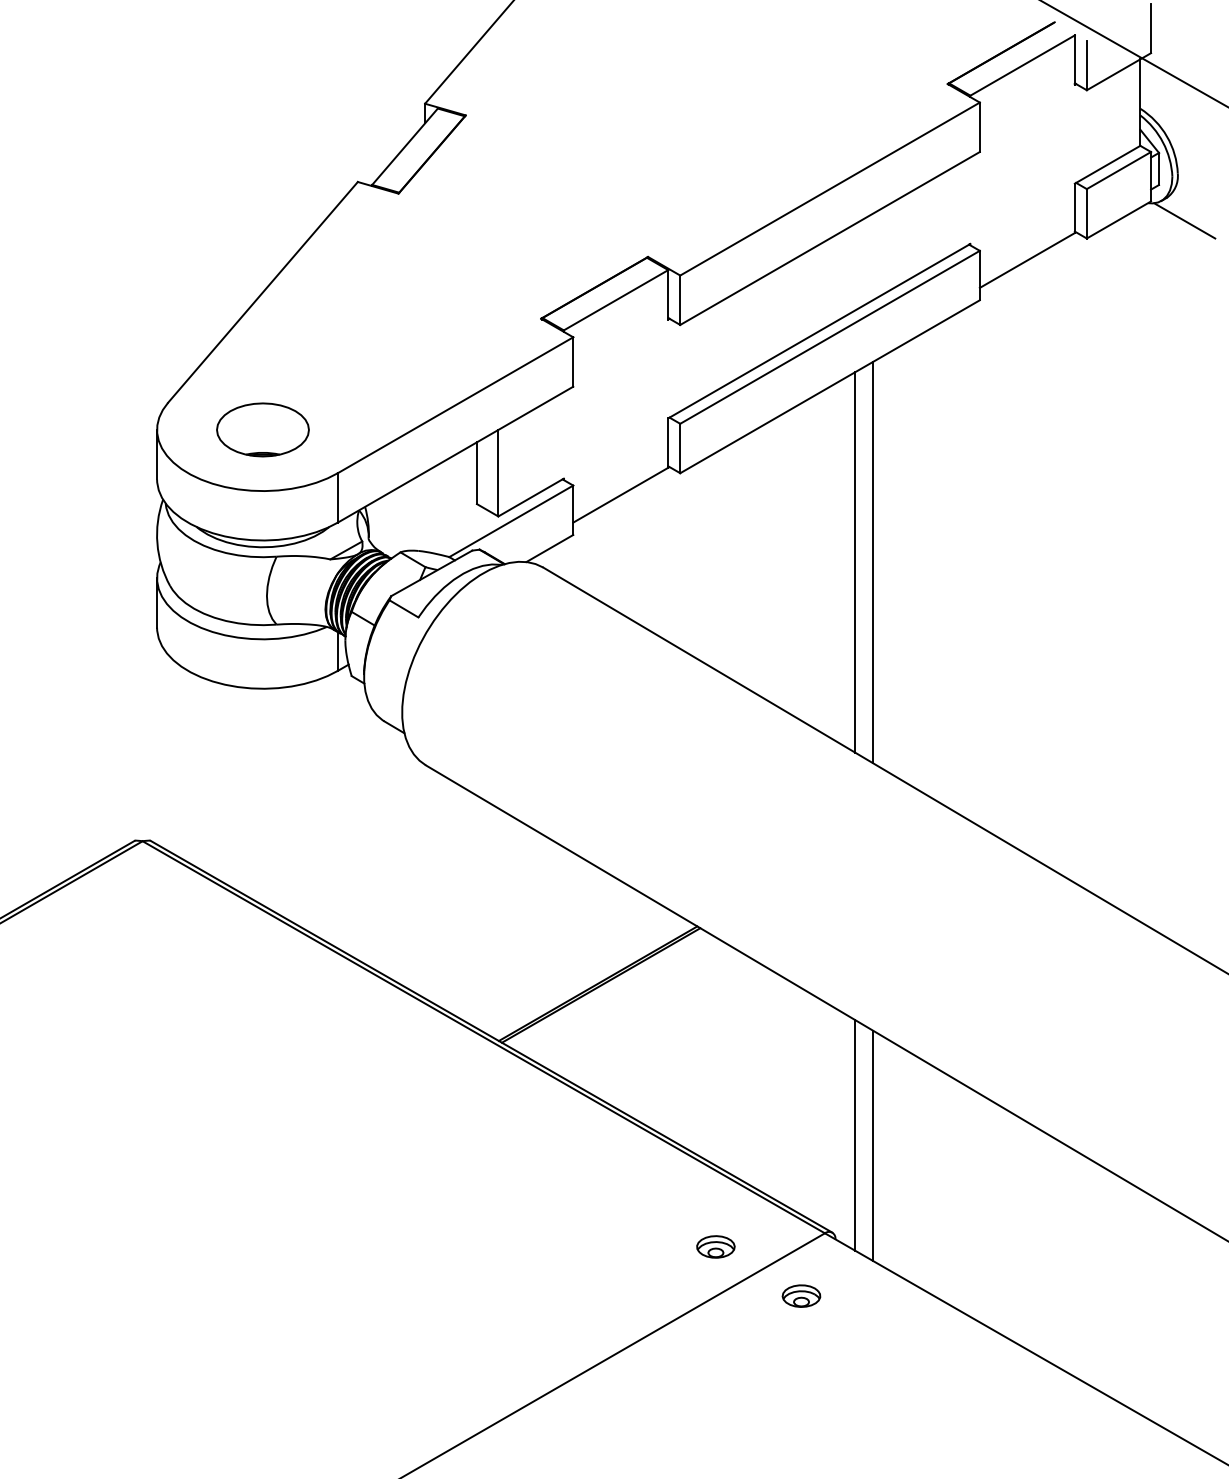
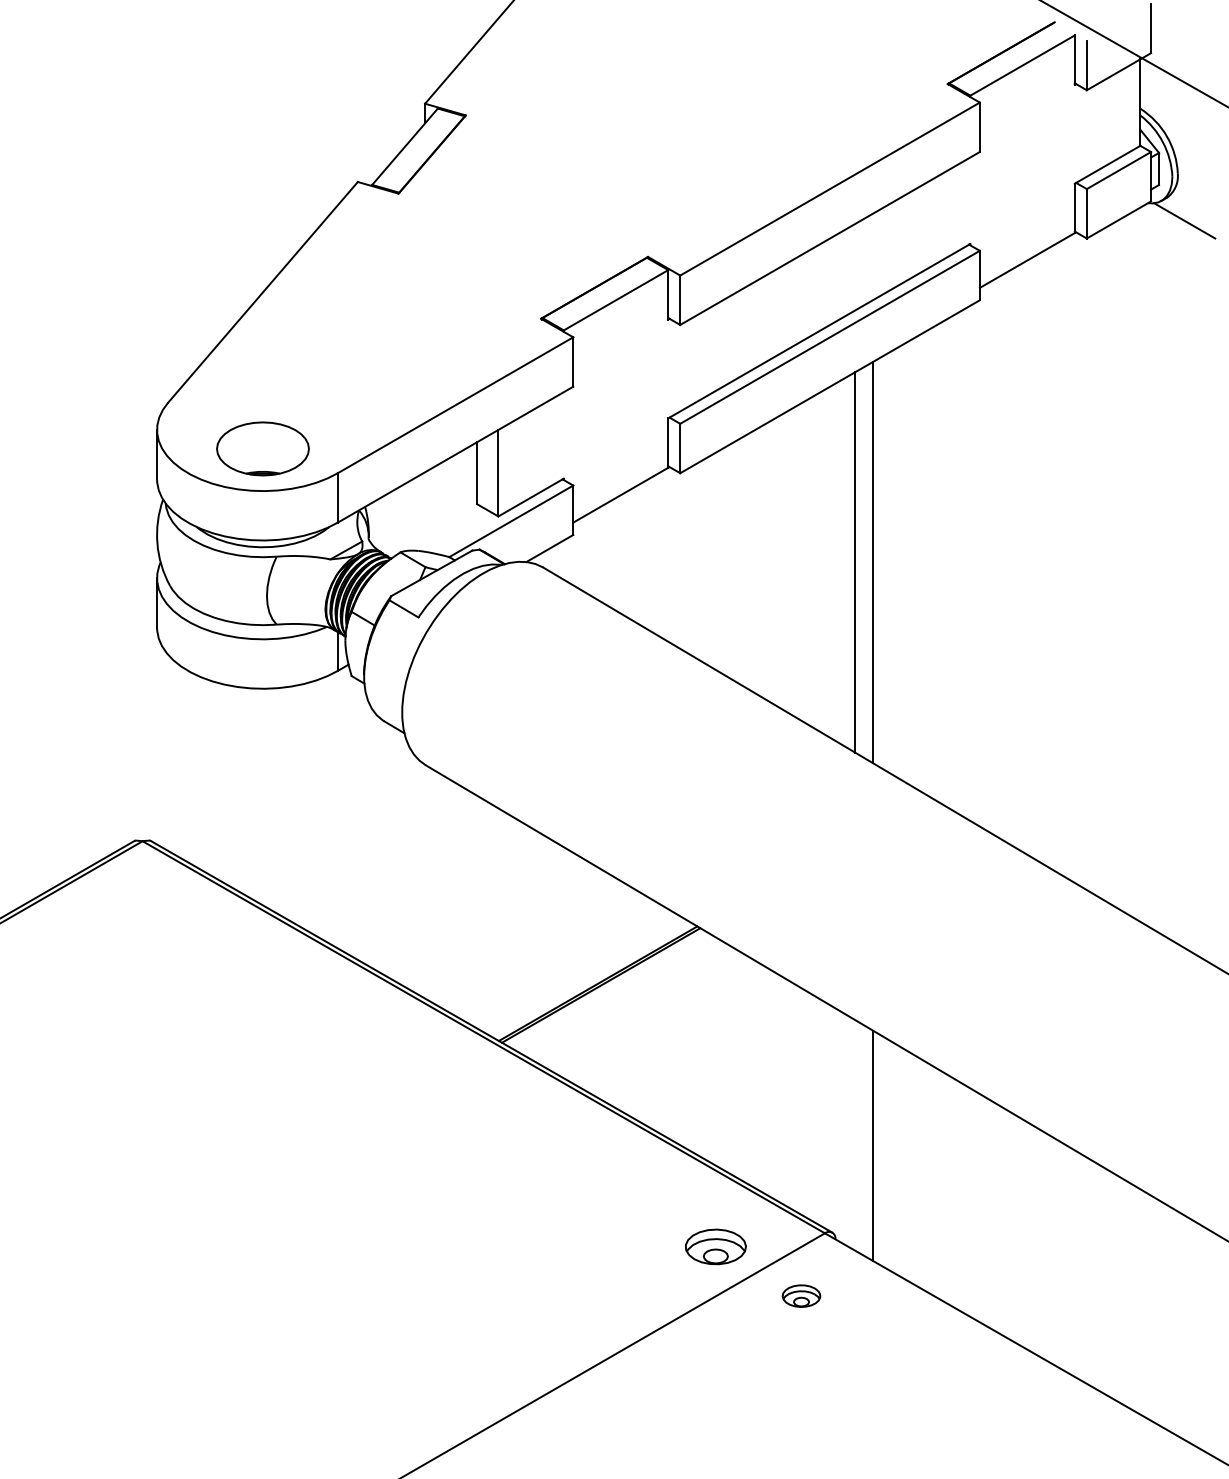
part at (262, 429) position: (262, 429) -> (262, 448)
line at (855, 1135): present -> none
part at (715, 1246) size: 40x24 px -> 62x38 px
